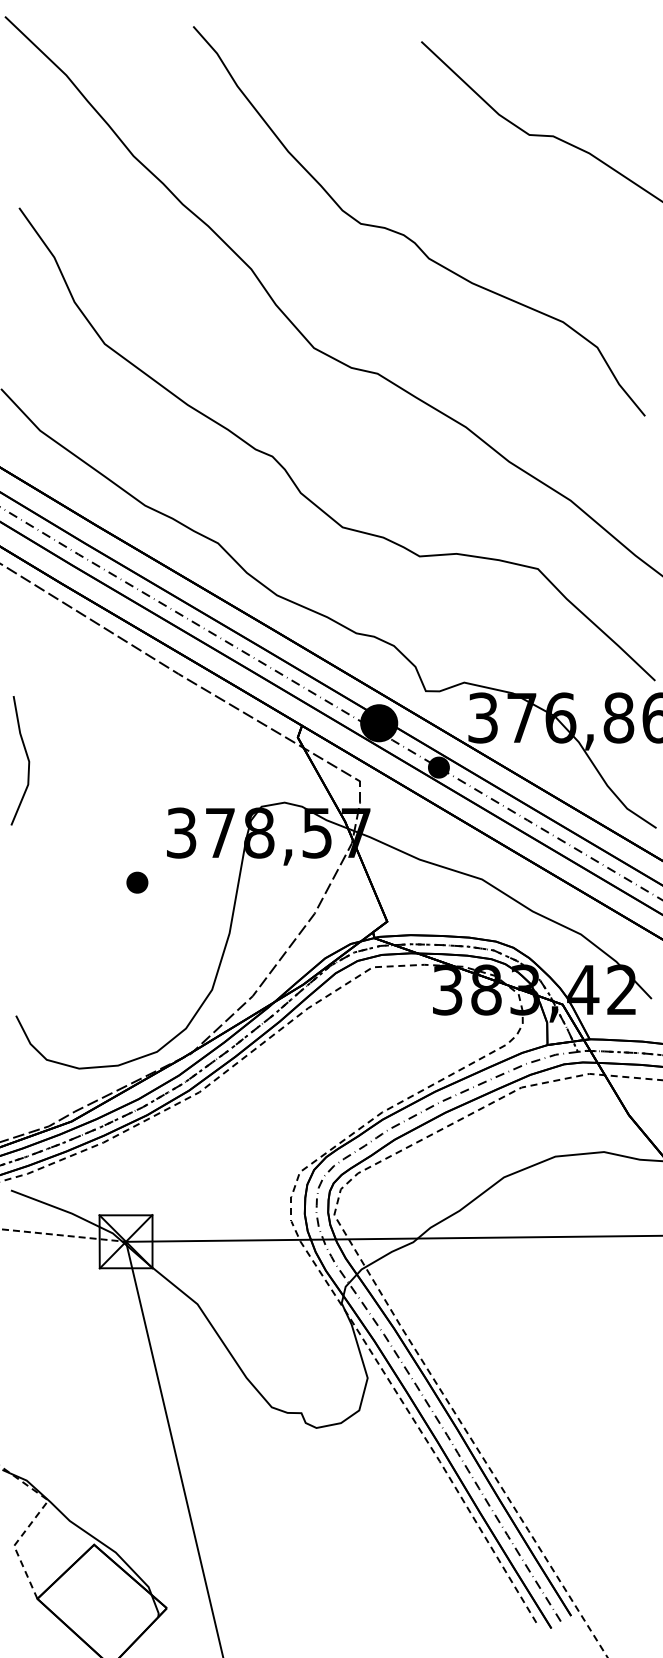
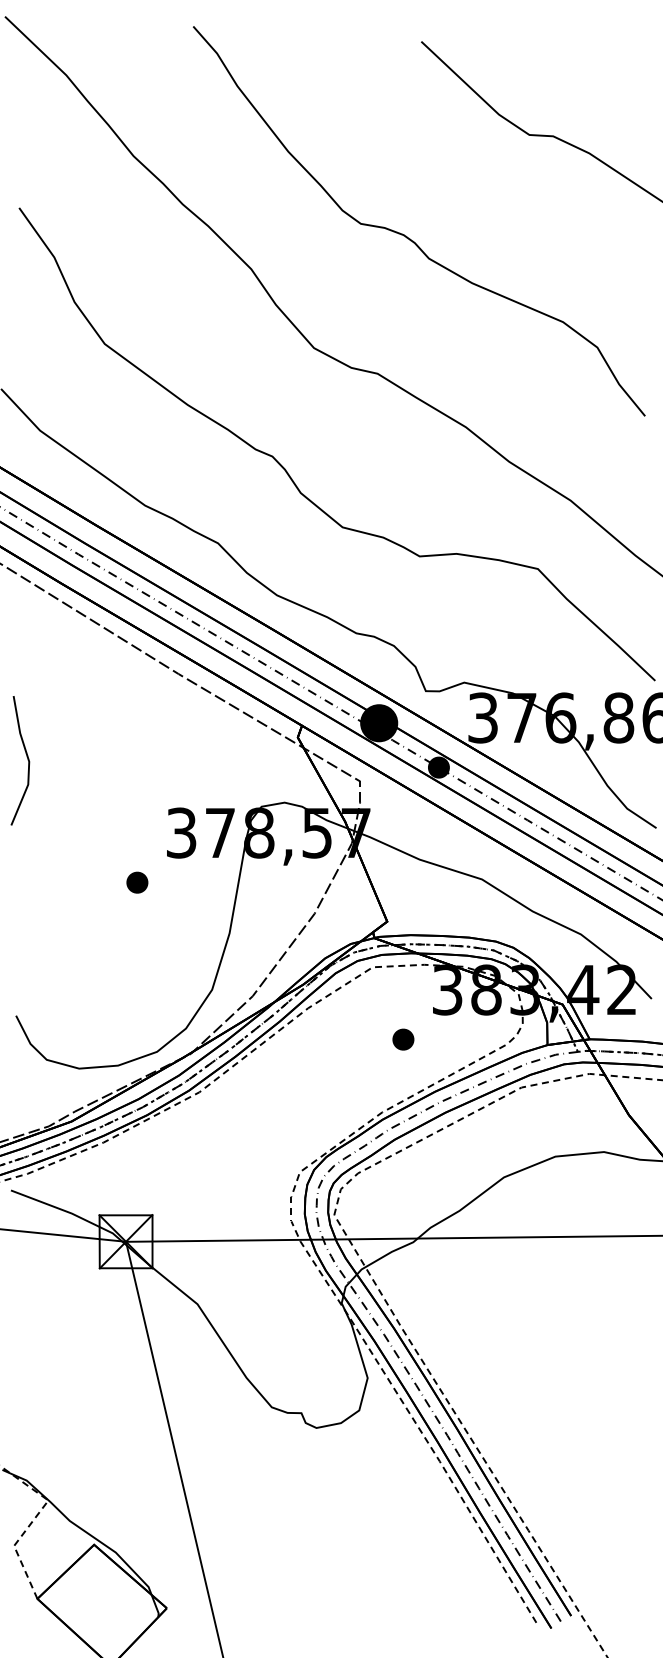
part at (403, 1039): none -> present
line at (63, 1235): dashed -> solid
